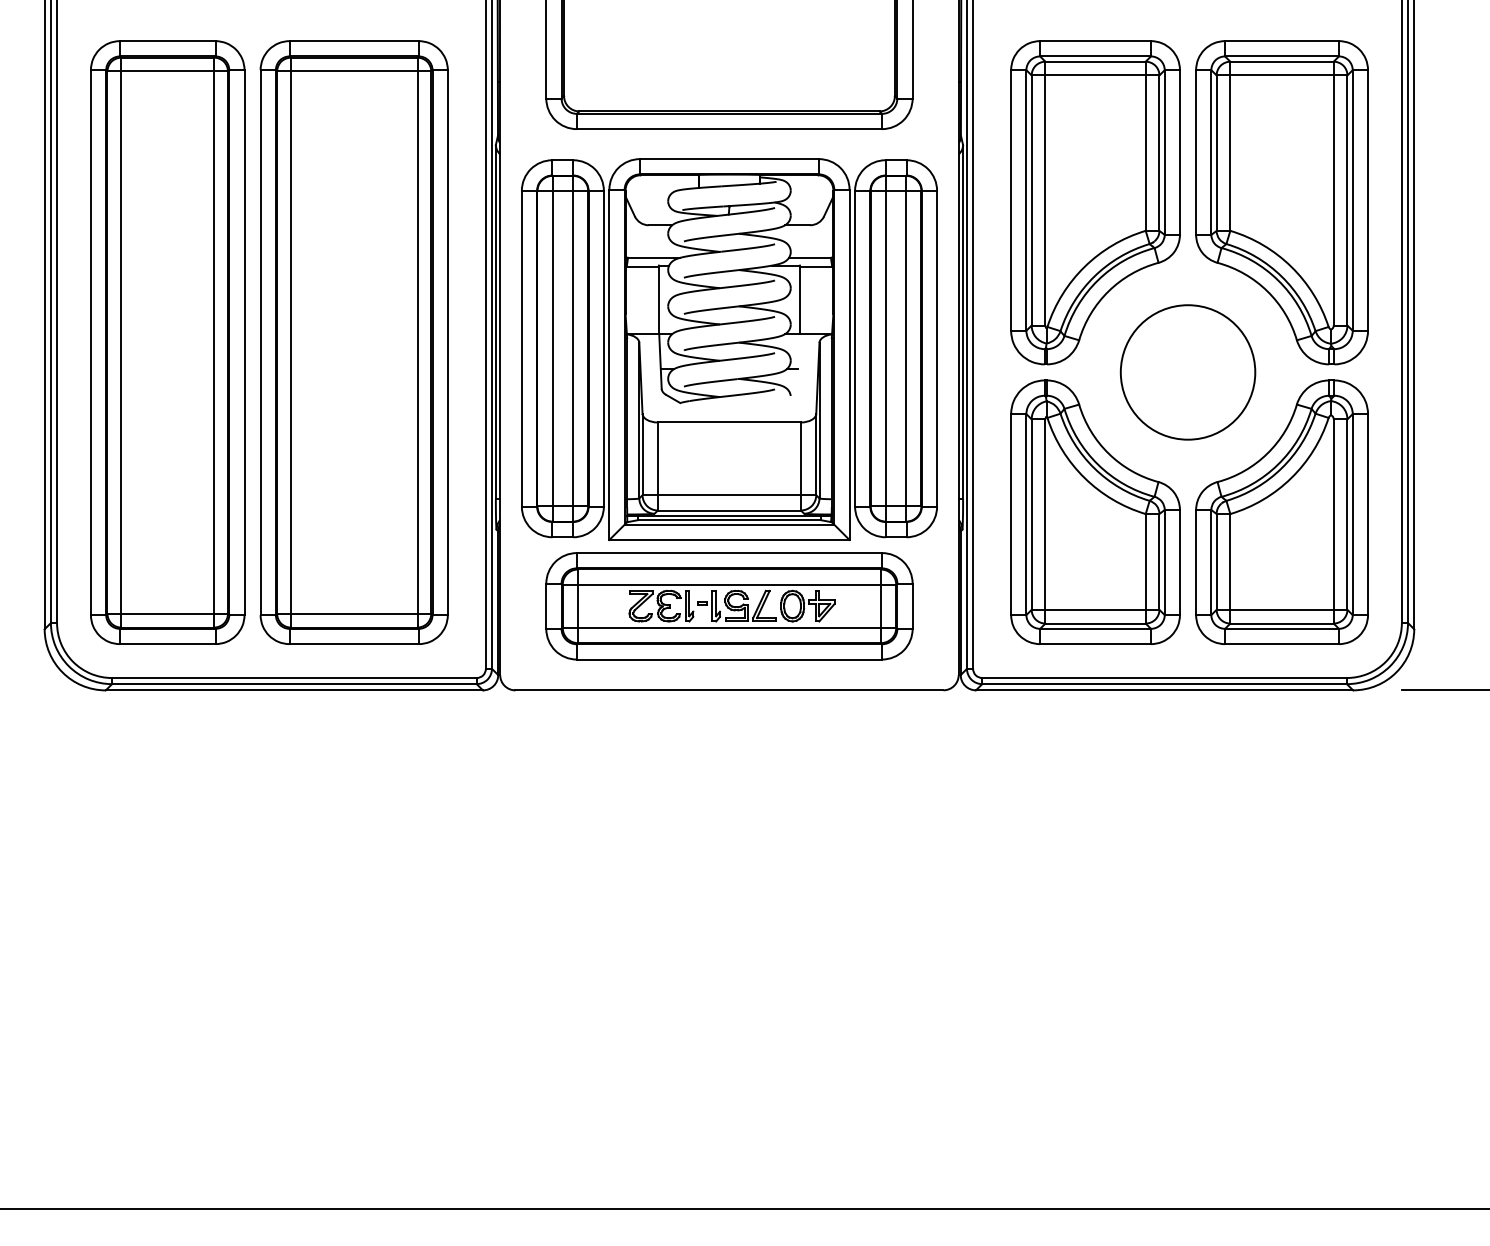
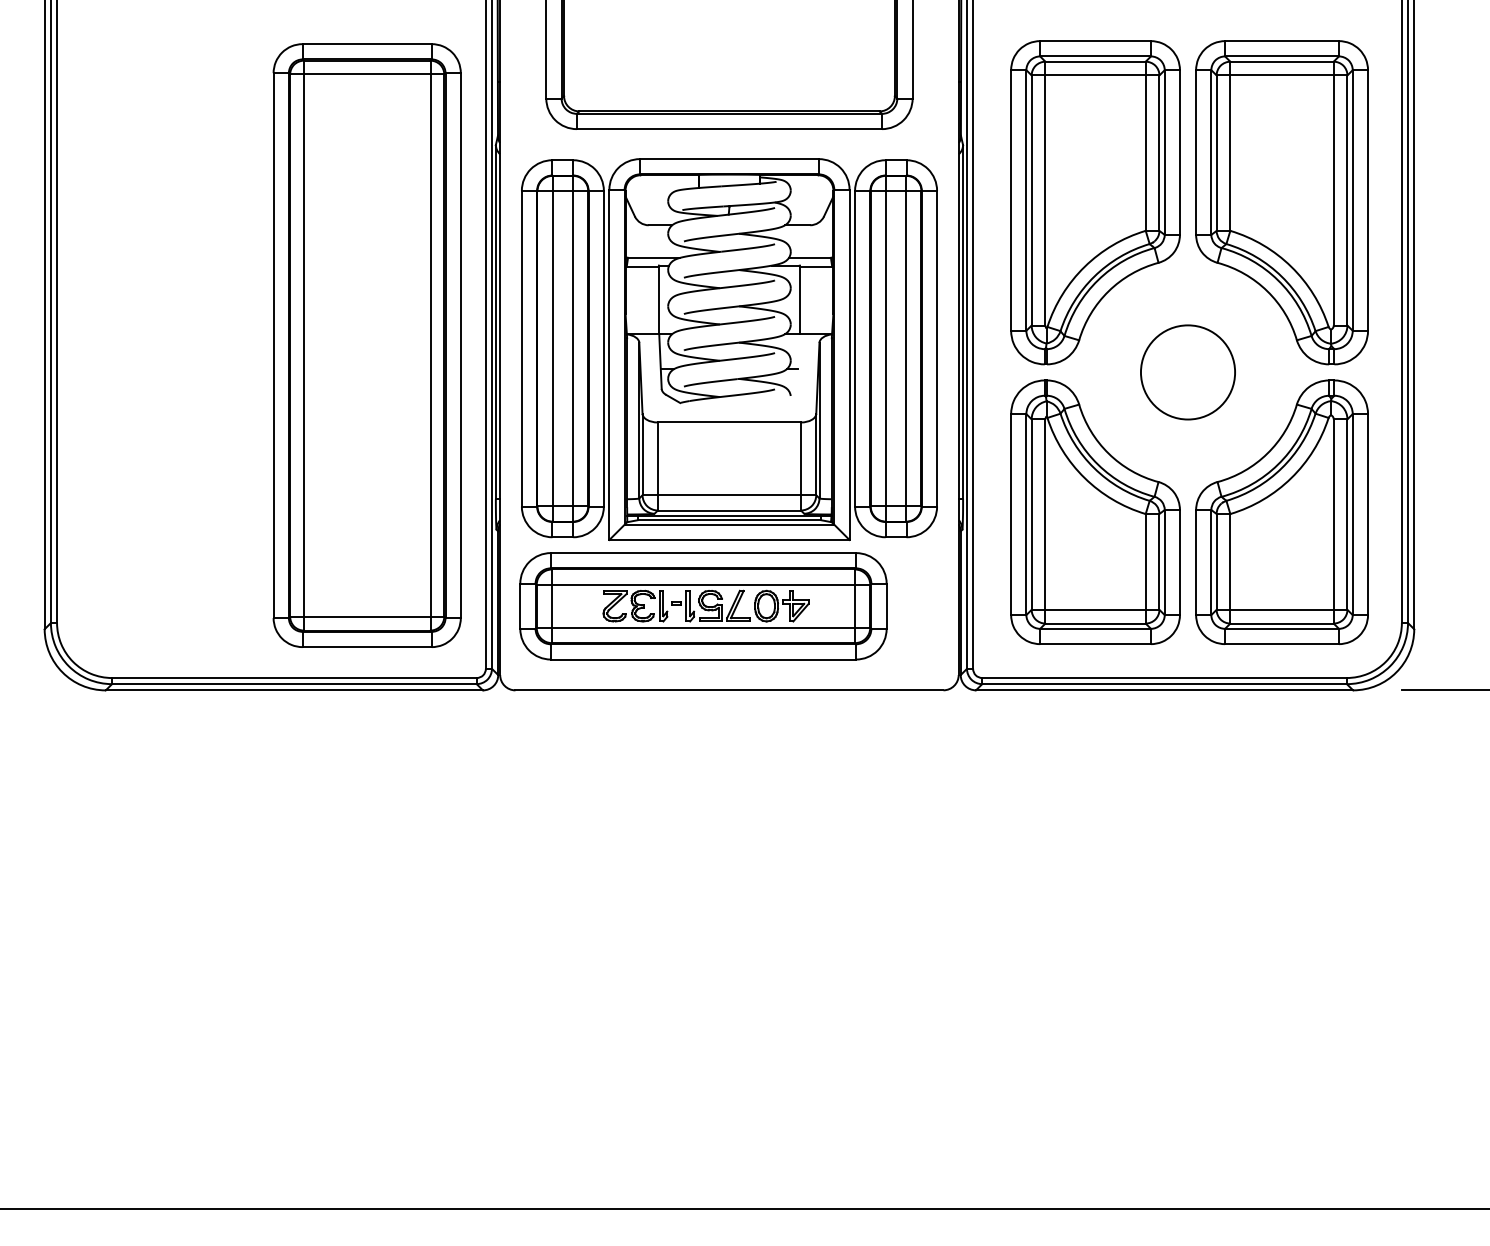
part at (167, 342): present -> none
part at (353, 342) position: (353, 342) -> (366, 345)
circle at (1187, 372) diameter: 134 px -> 94 px
part at (729, 606) position: (729, 606) -> (703, 606)
